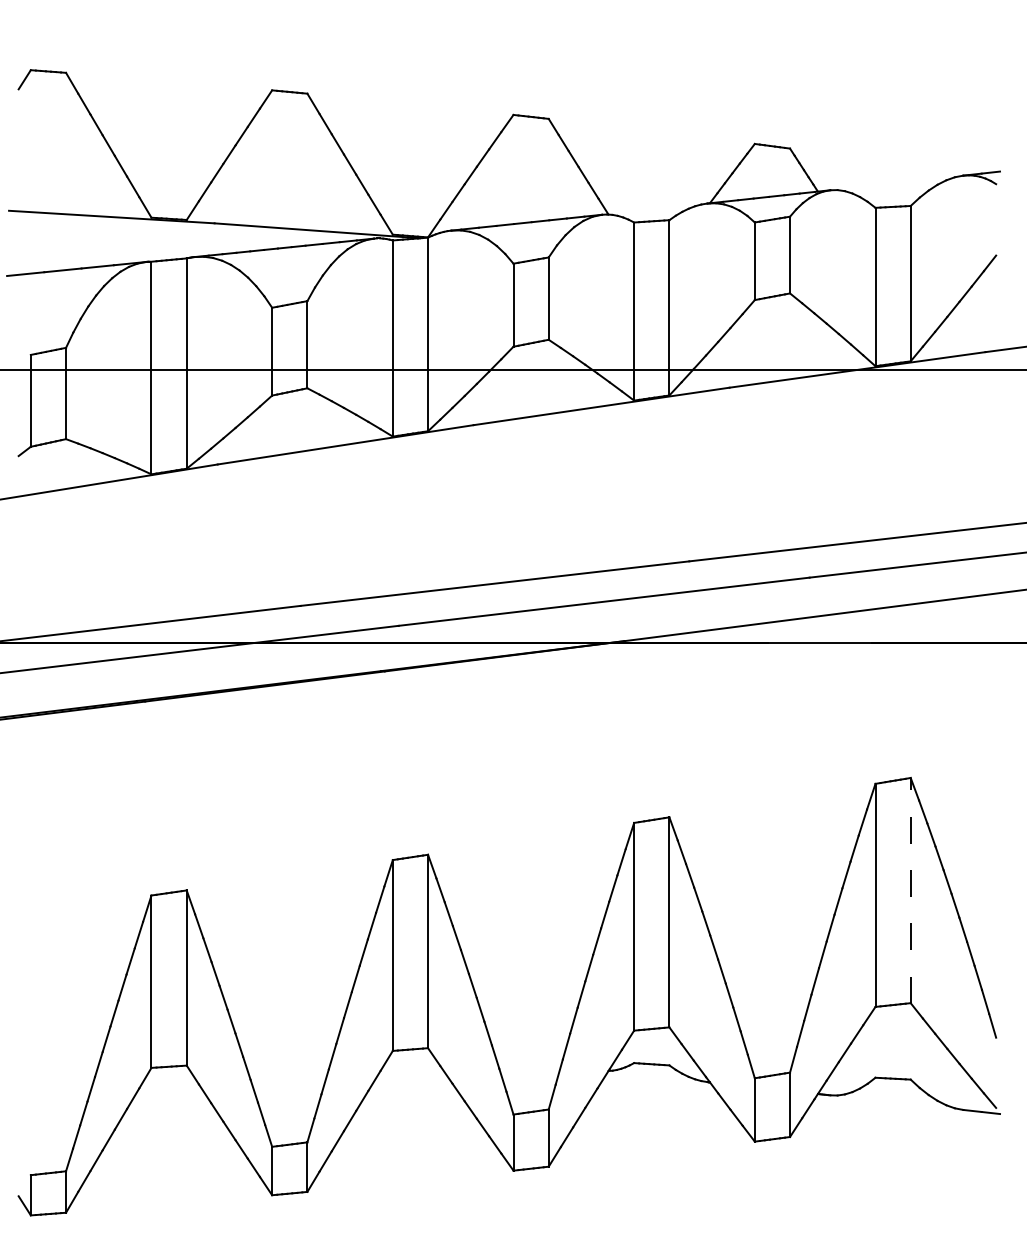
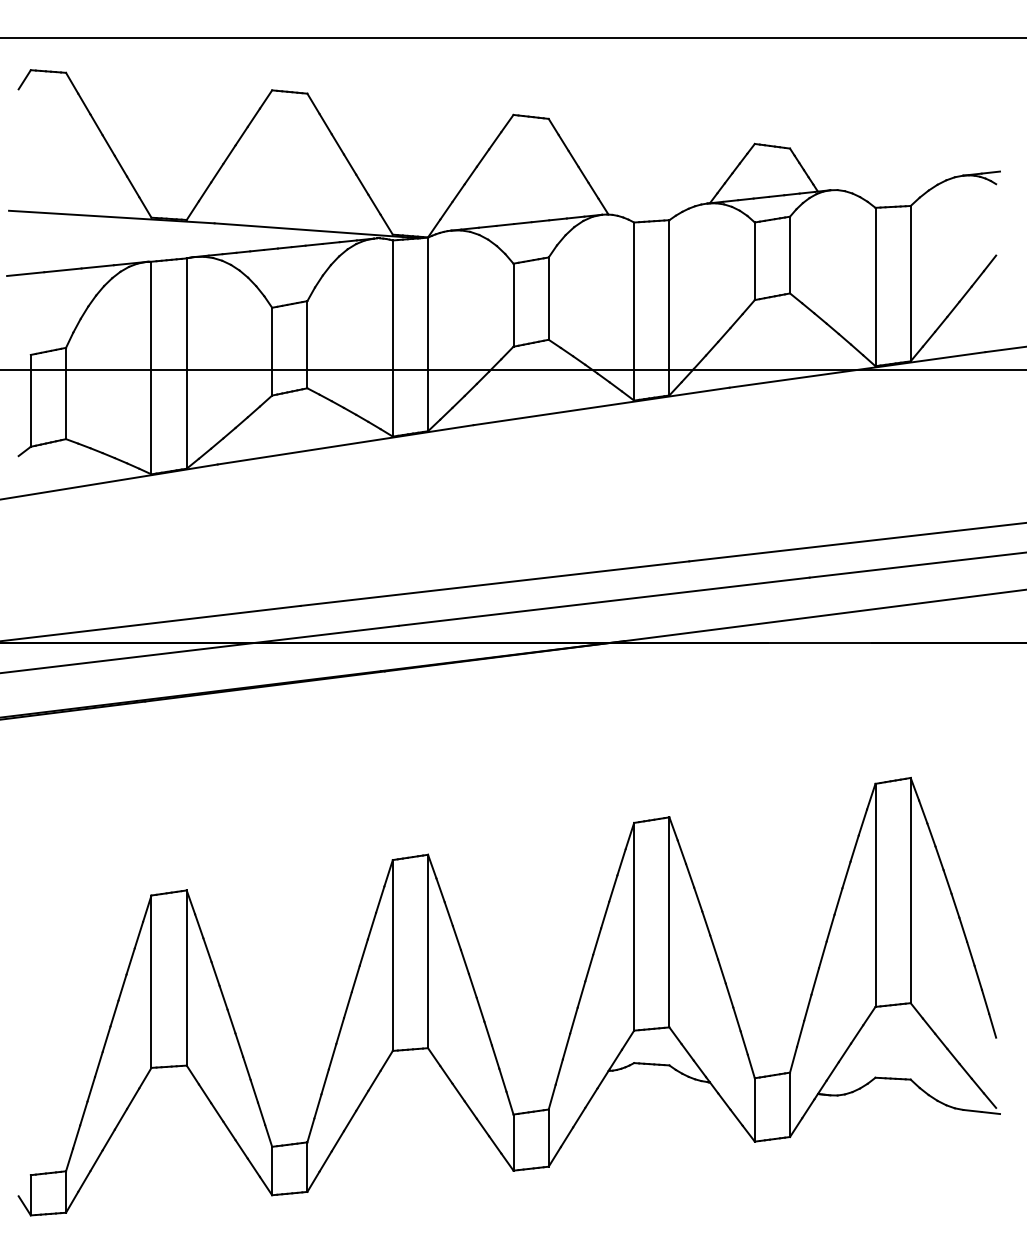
line at (512, 37): none -> present
line at (910, 890): dashed -> solid
